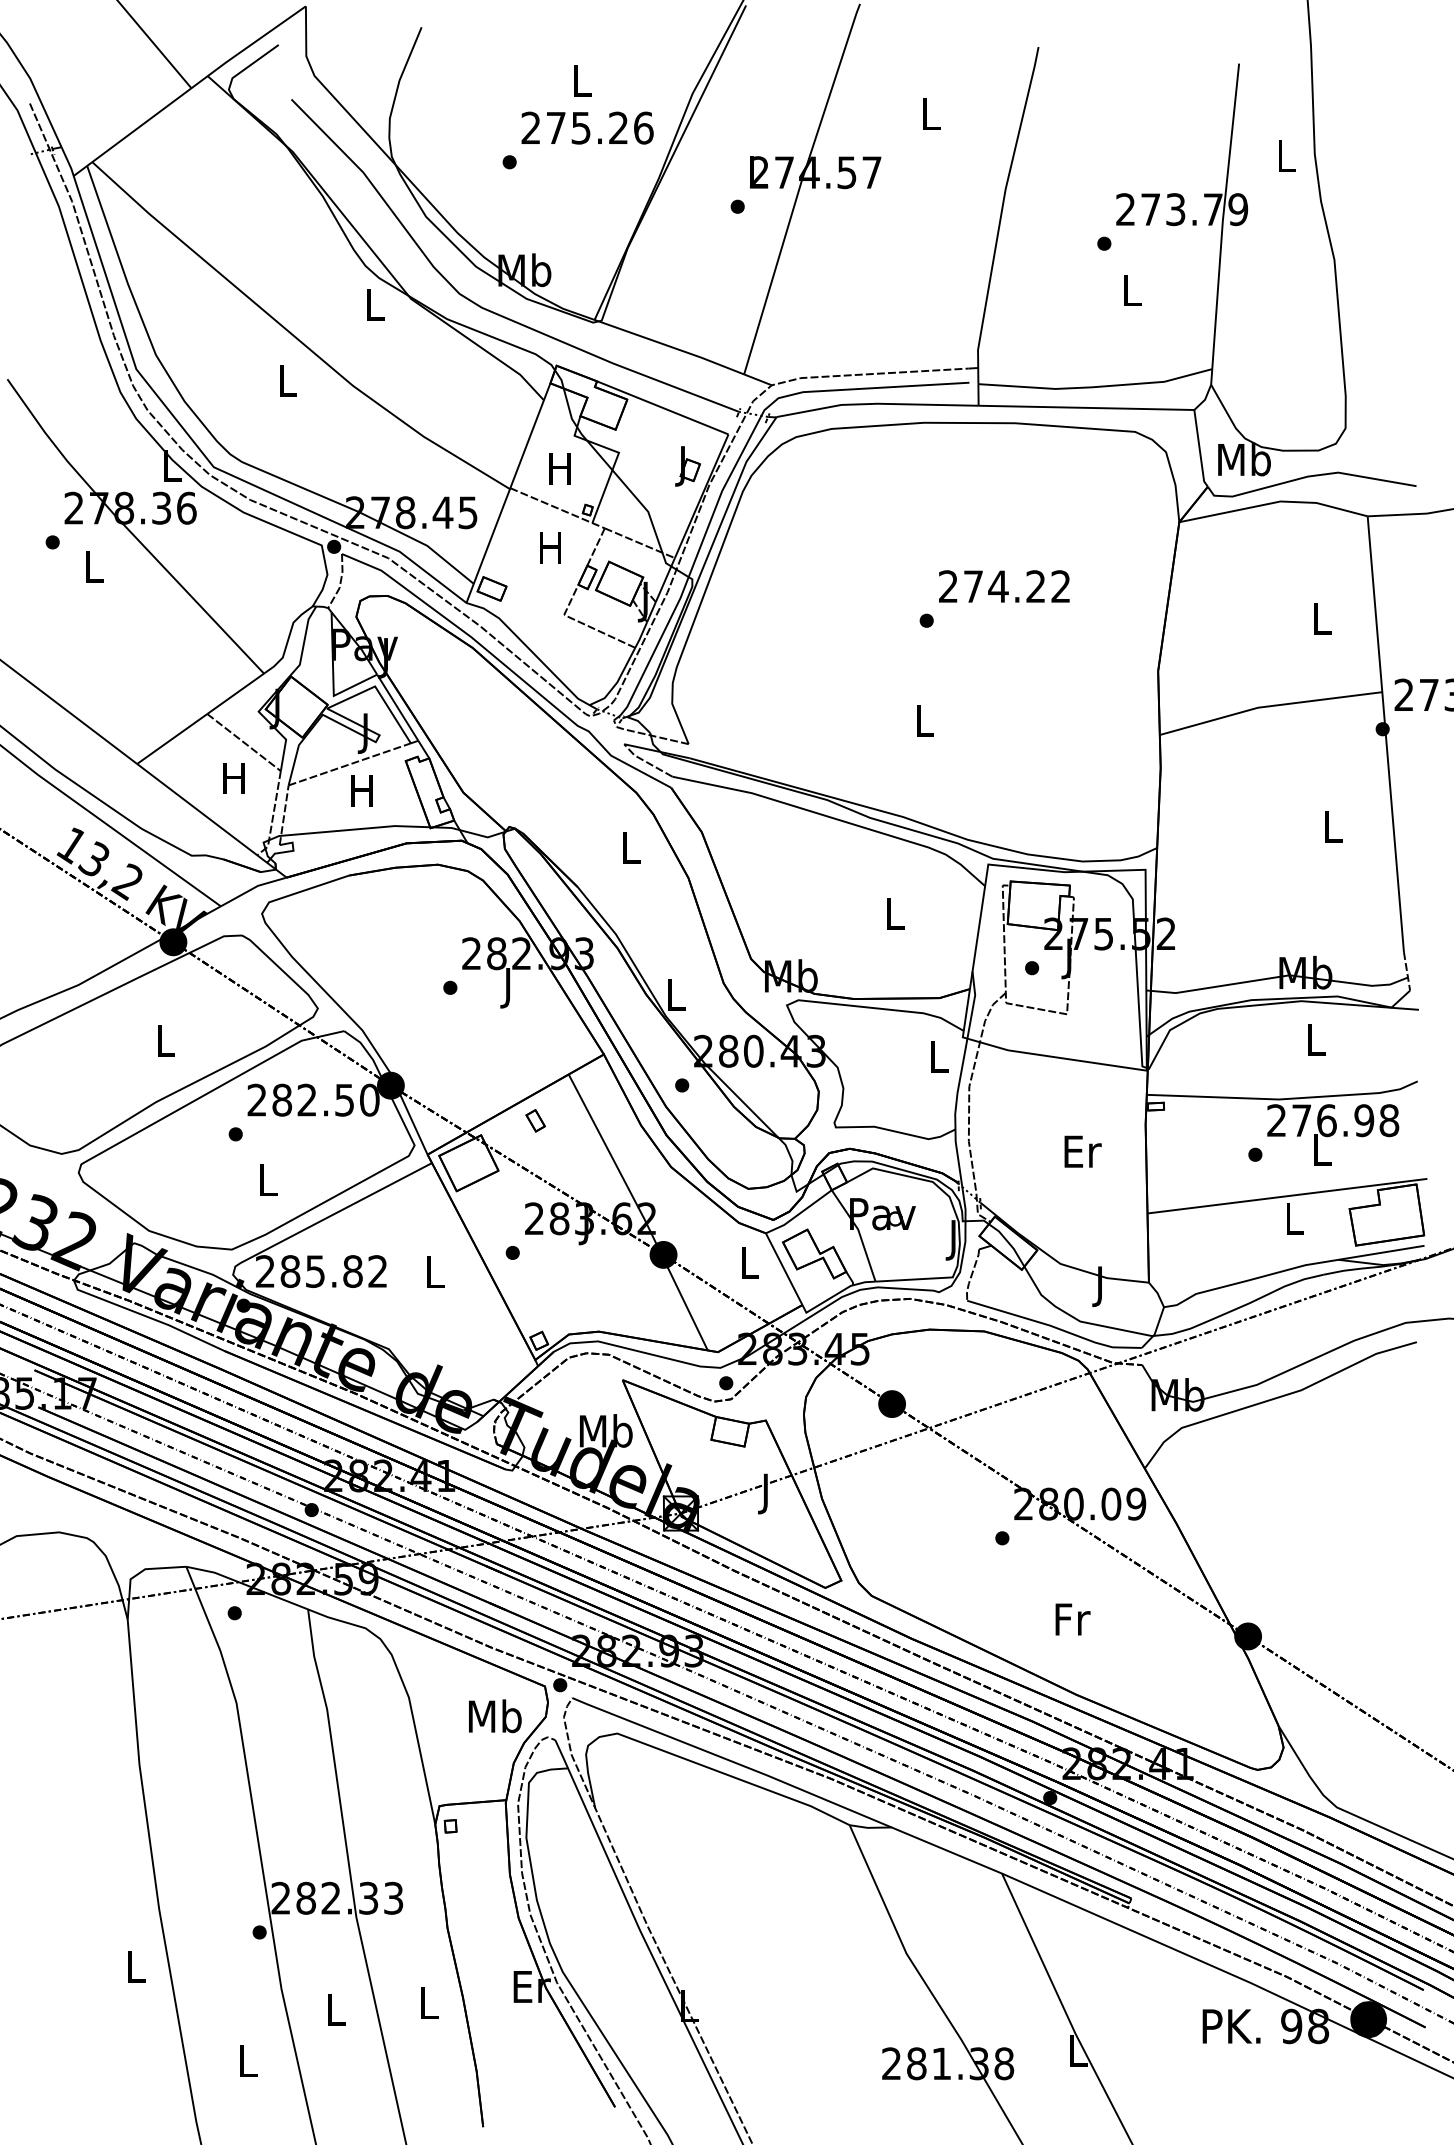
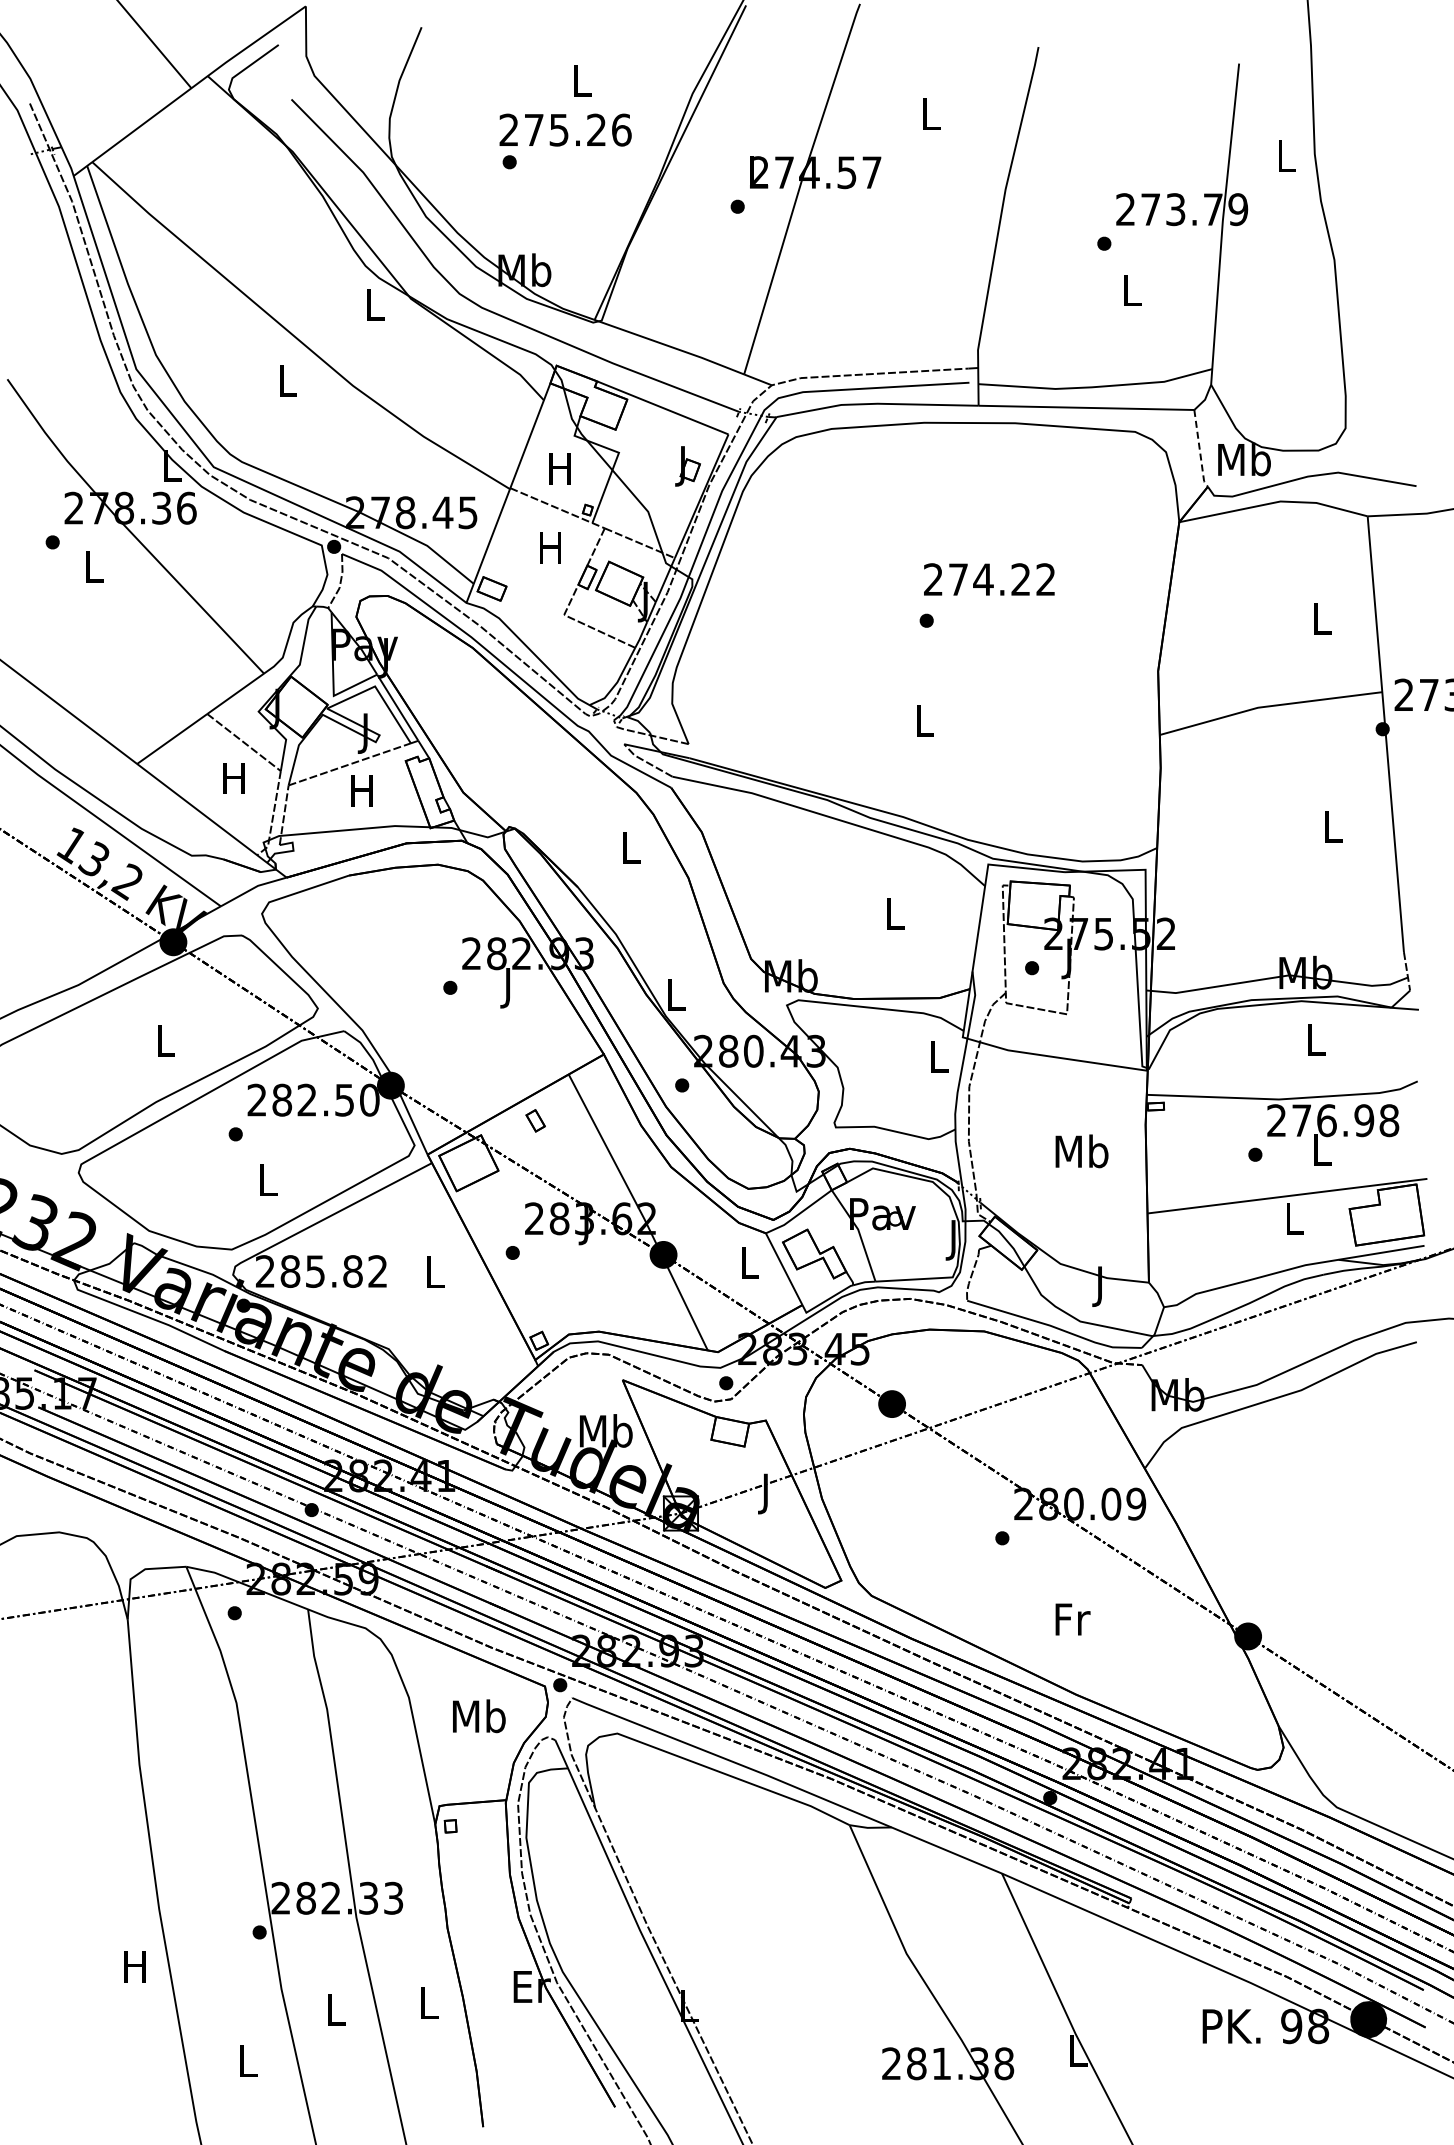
text at (587, 127) position: (587, 127) -> (565, 129)
line at (1199, 450): solid -> dashed
text at (1004, 586) position: (1004, 586) -> (989, 579)
text at (1081, 1151): Er -> Mb
text at (495, 1716) position: (495, 1716) -> (479, 1716)
text at (134, 1966): L -> H
